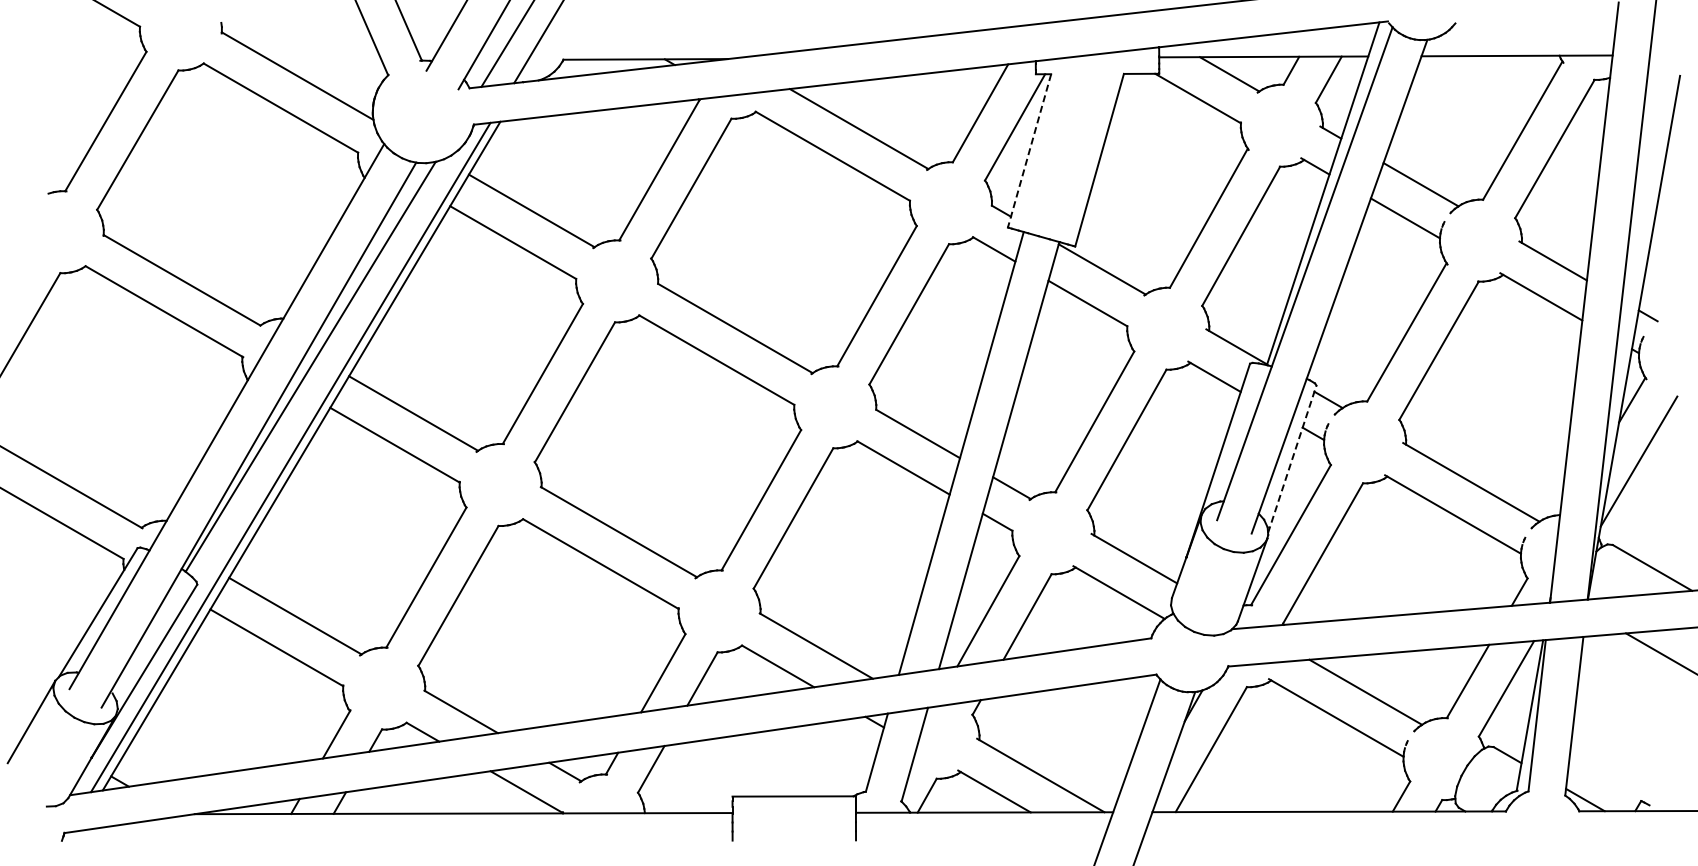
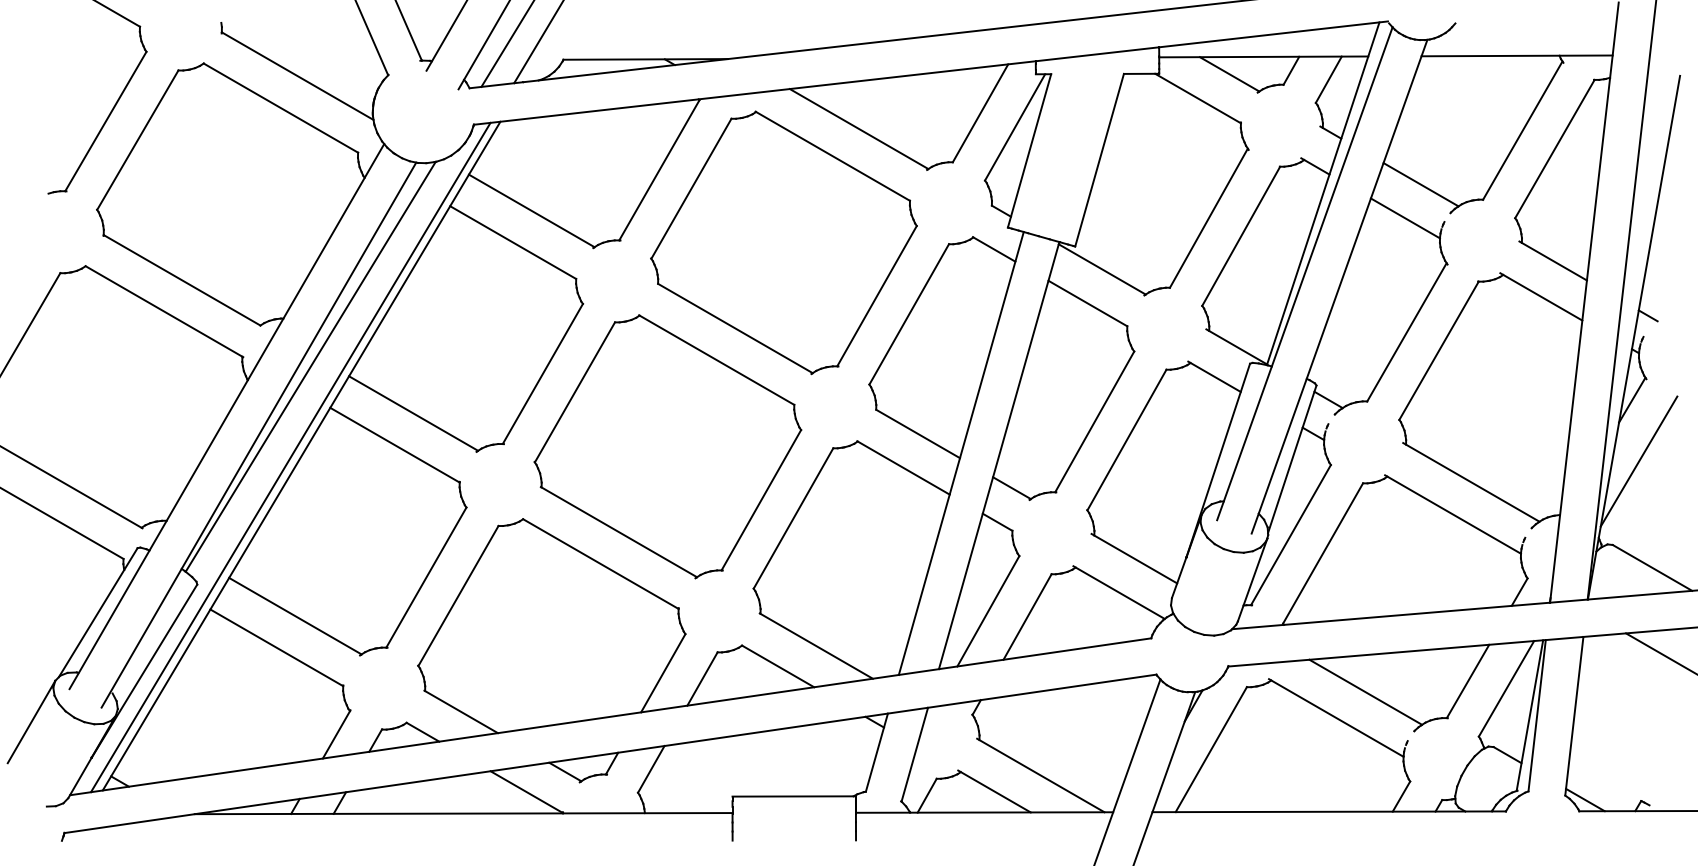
line at (1029, 150): dashed -> solid
line at (1292, 459): dashed -> solid
